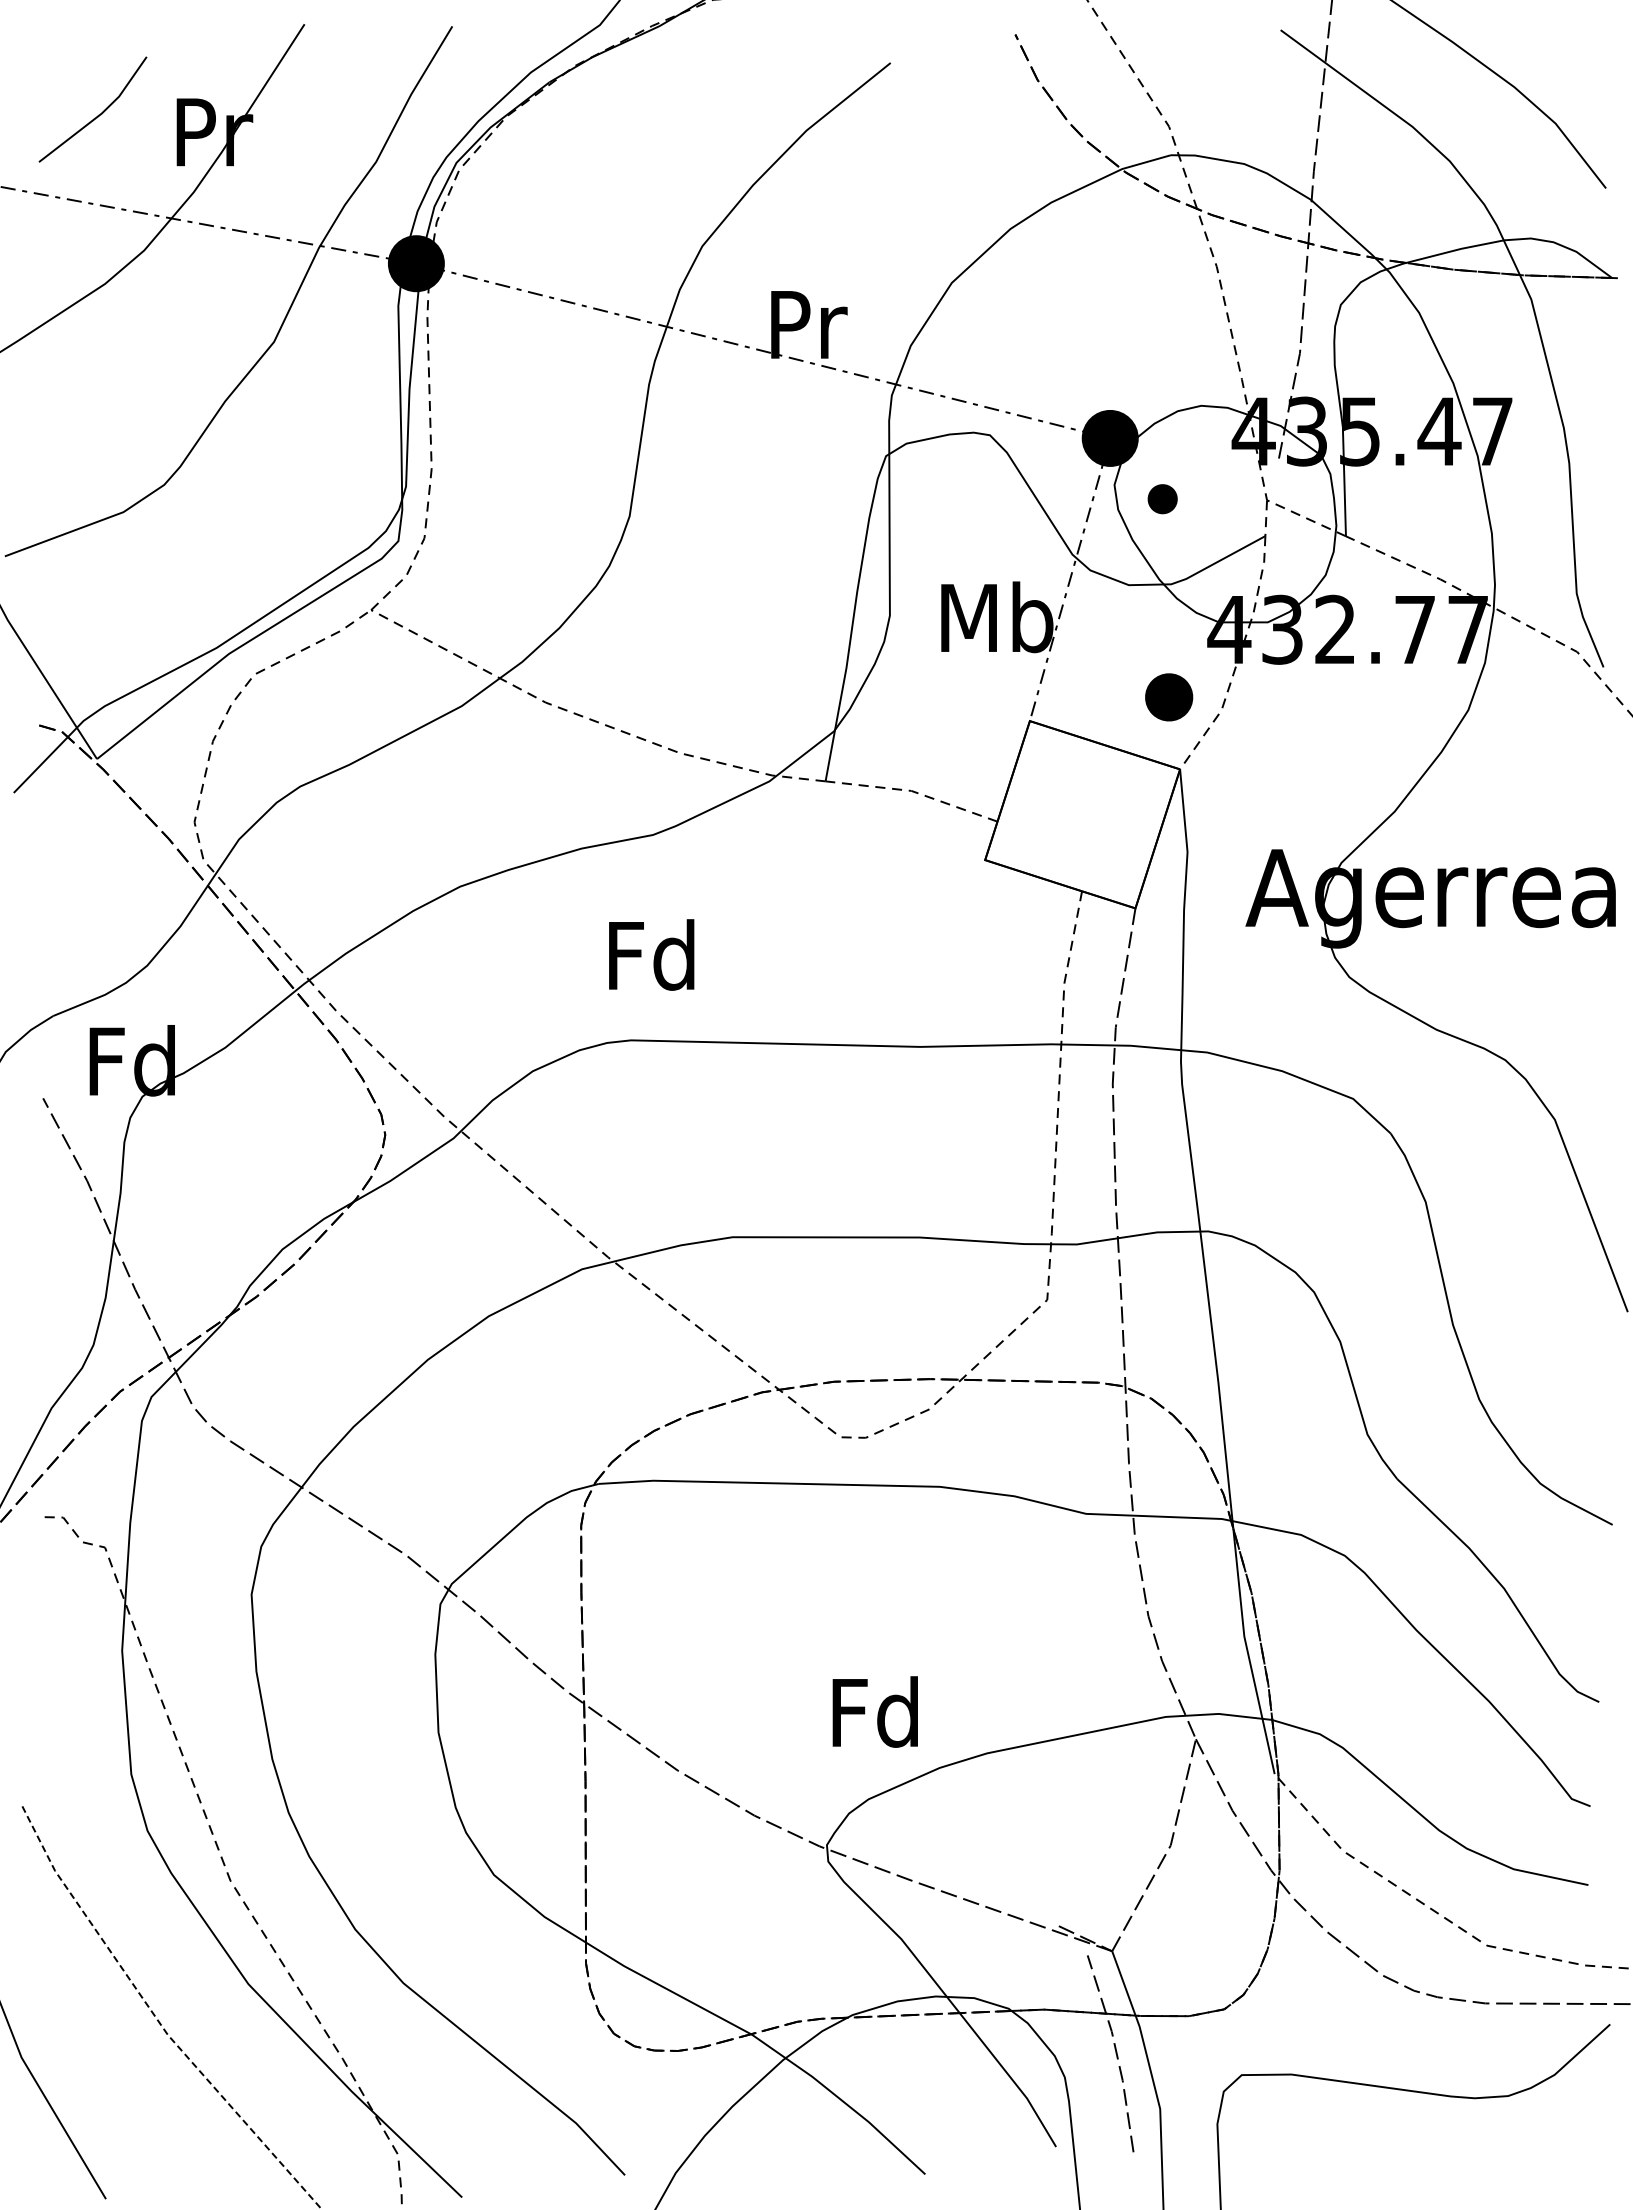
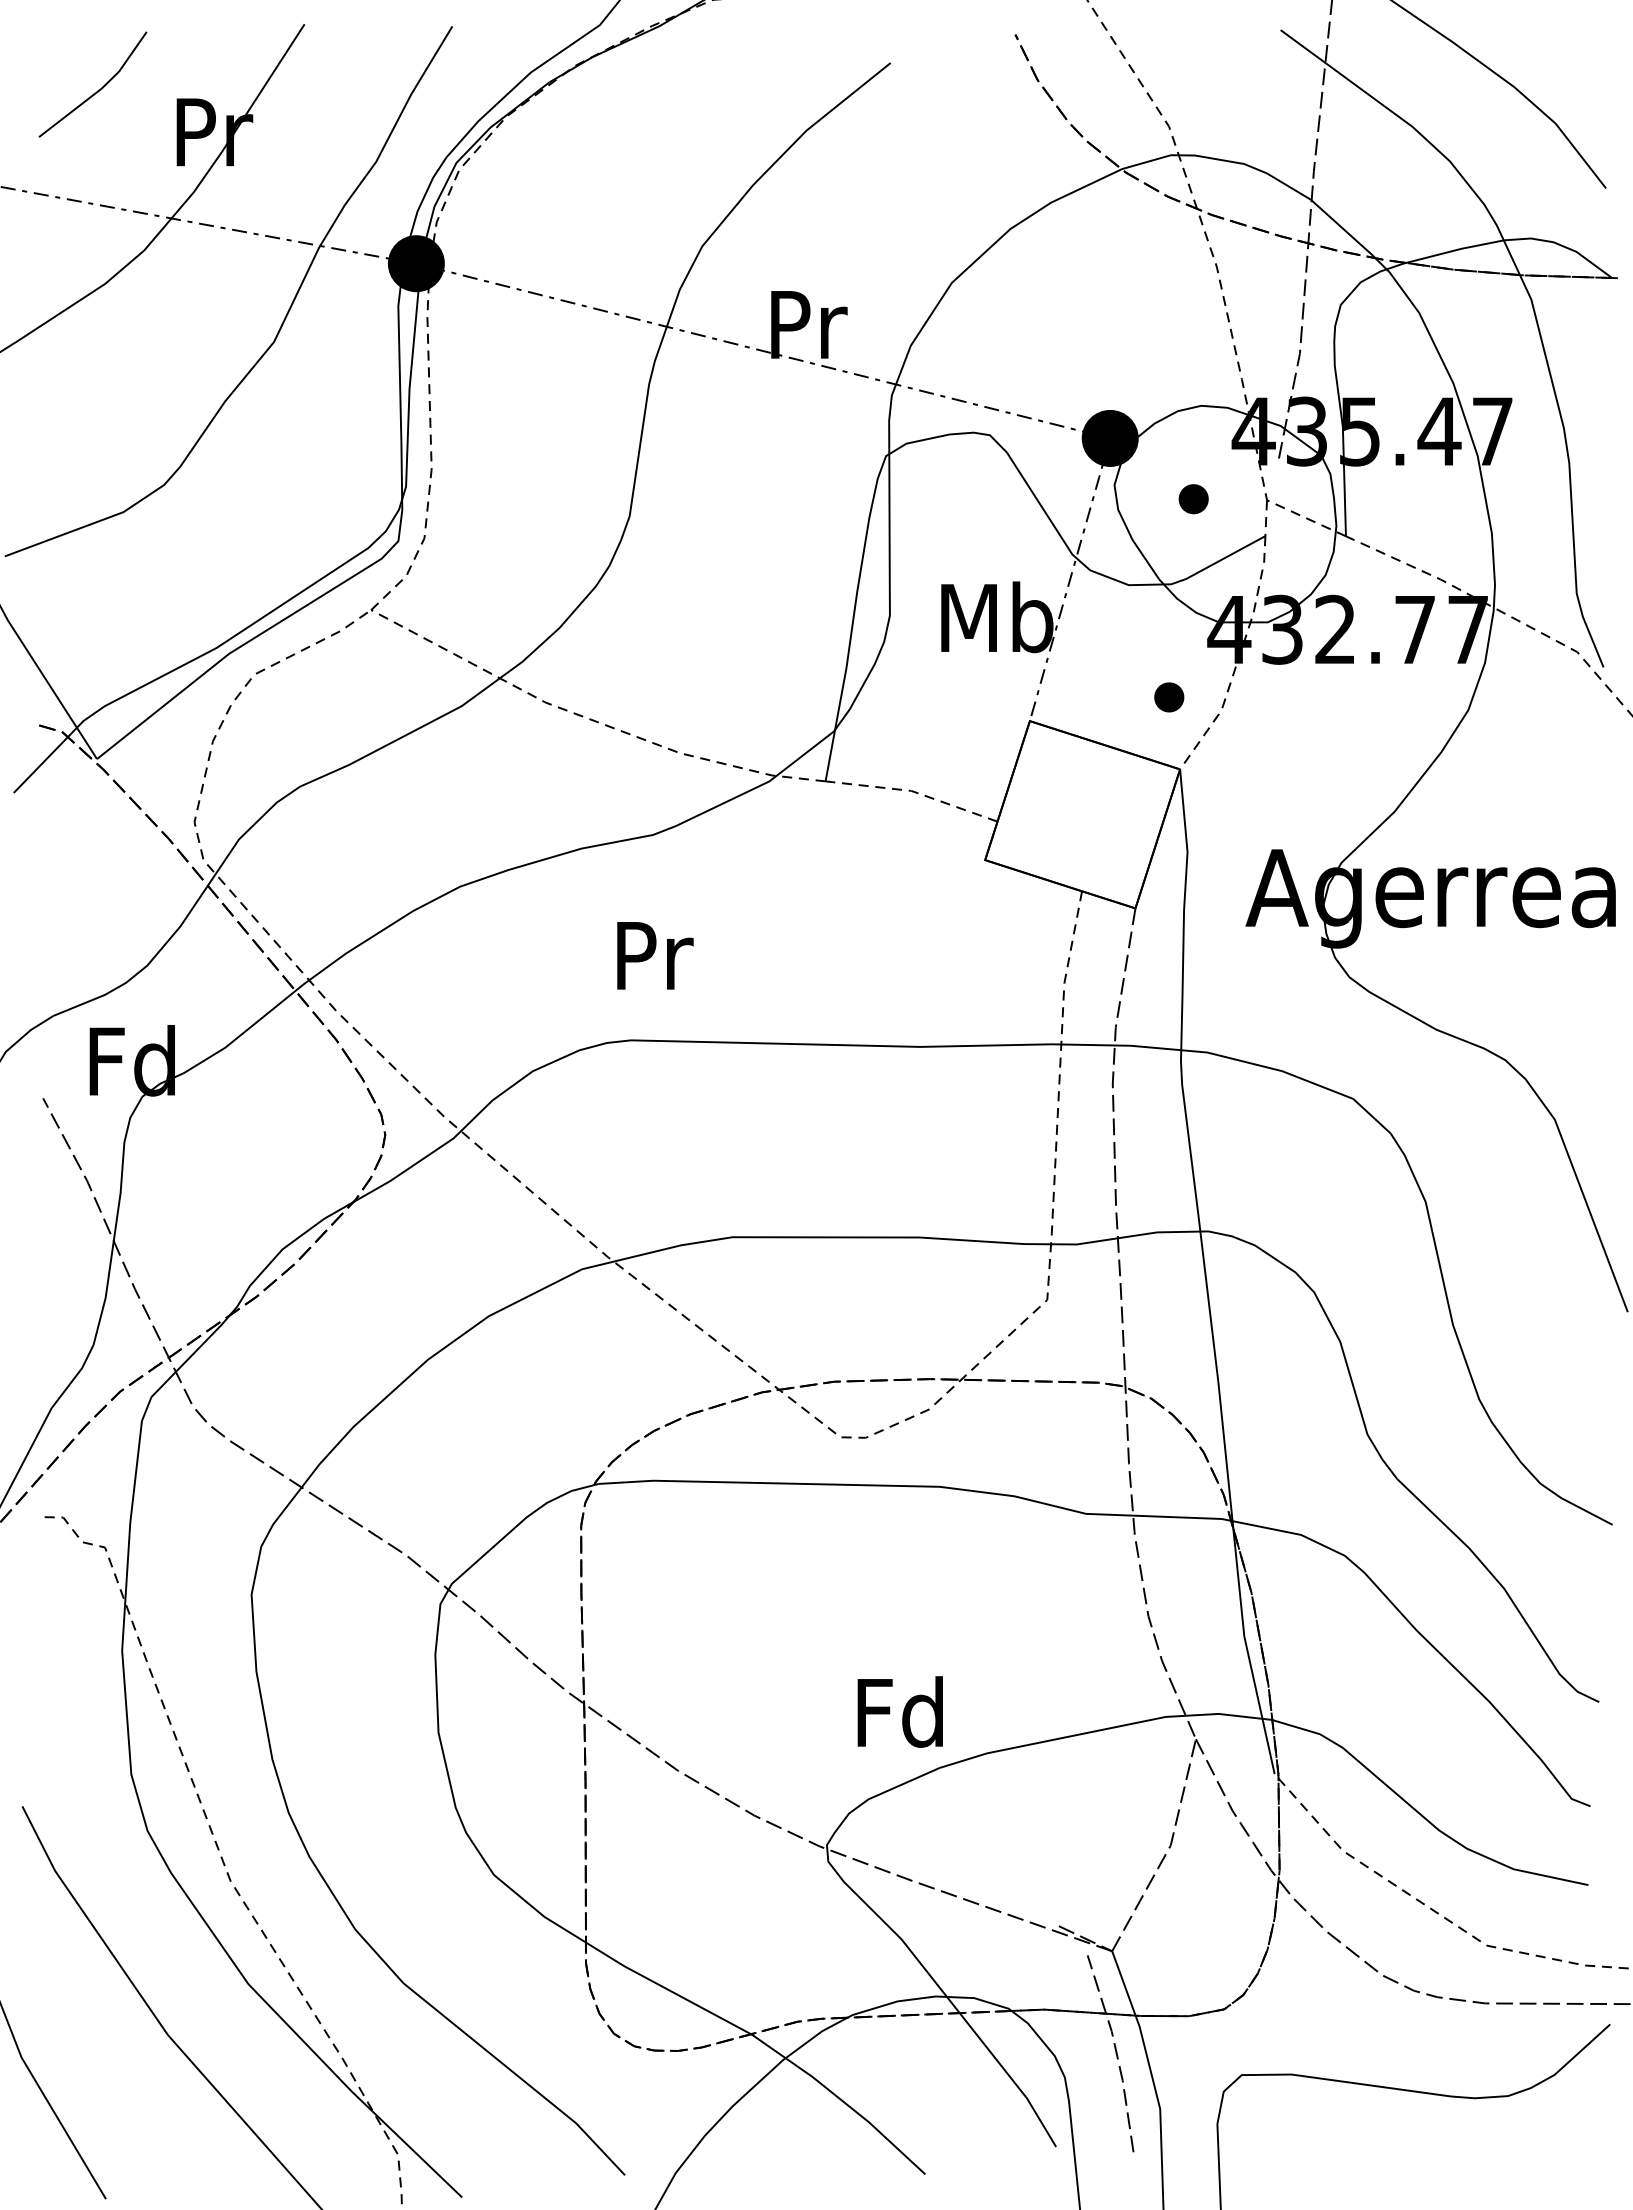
line at (98, 114) position: (98, 114) -> (98, 89)
part at (1162, 499) position: (1162, 499) -> (1193, 499)
part at (1169, 697) size: 49x49 px -> 31x31 px
text at (651, 954): Fd -> Pr
text at (874, 1711) position: (874, 1711) -> (899, 1711)
line at (156, 2018): dashed -> solid
